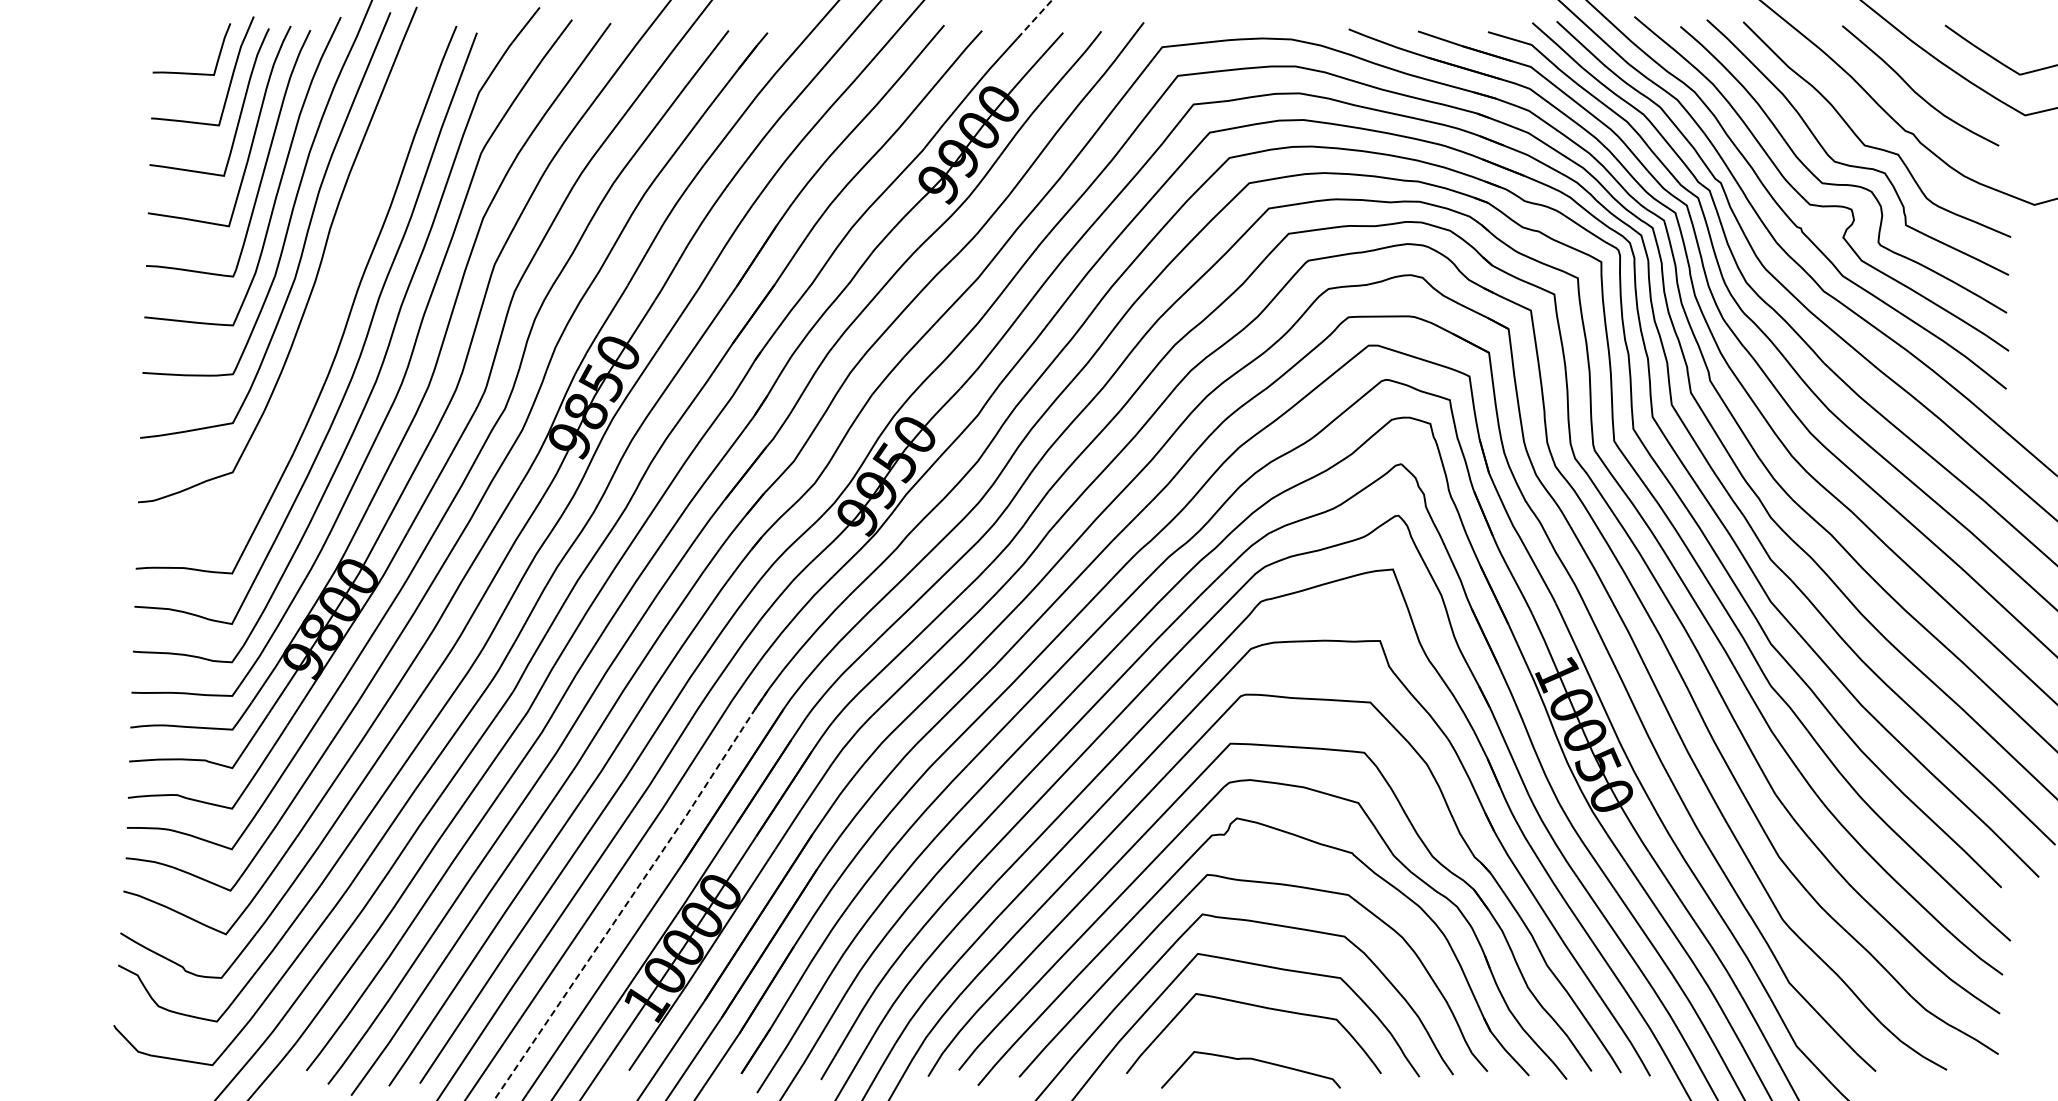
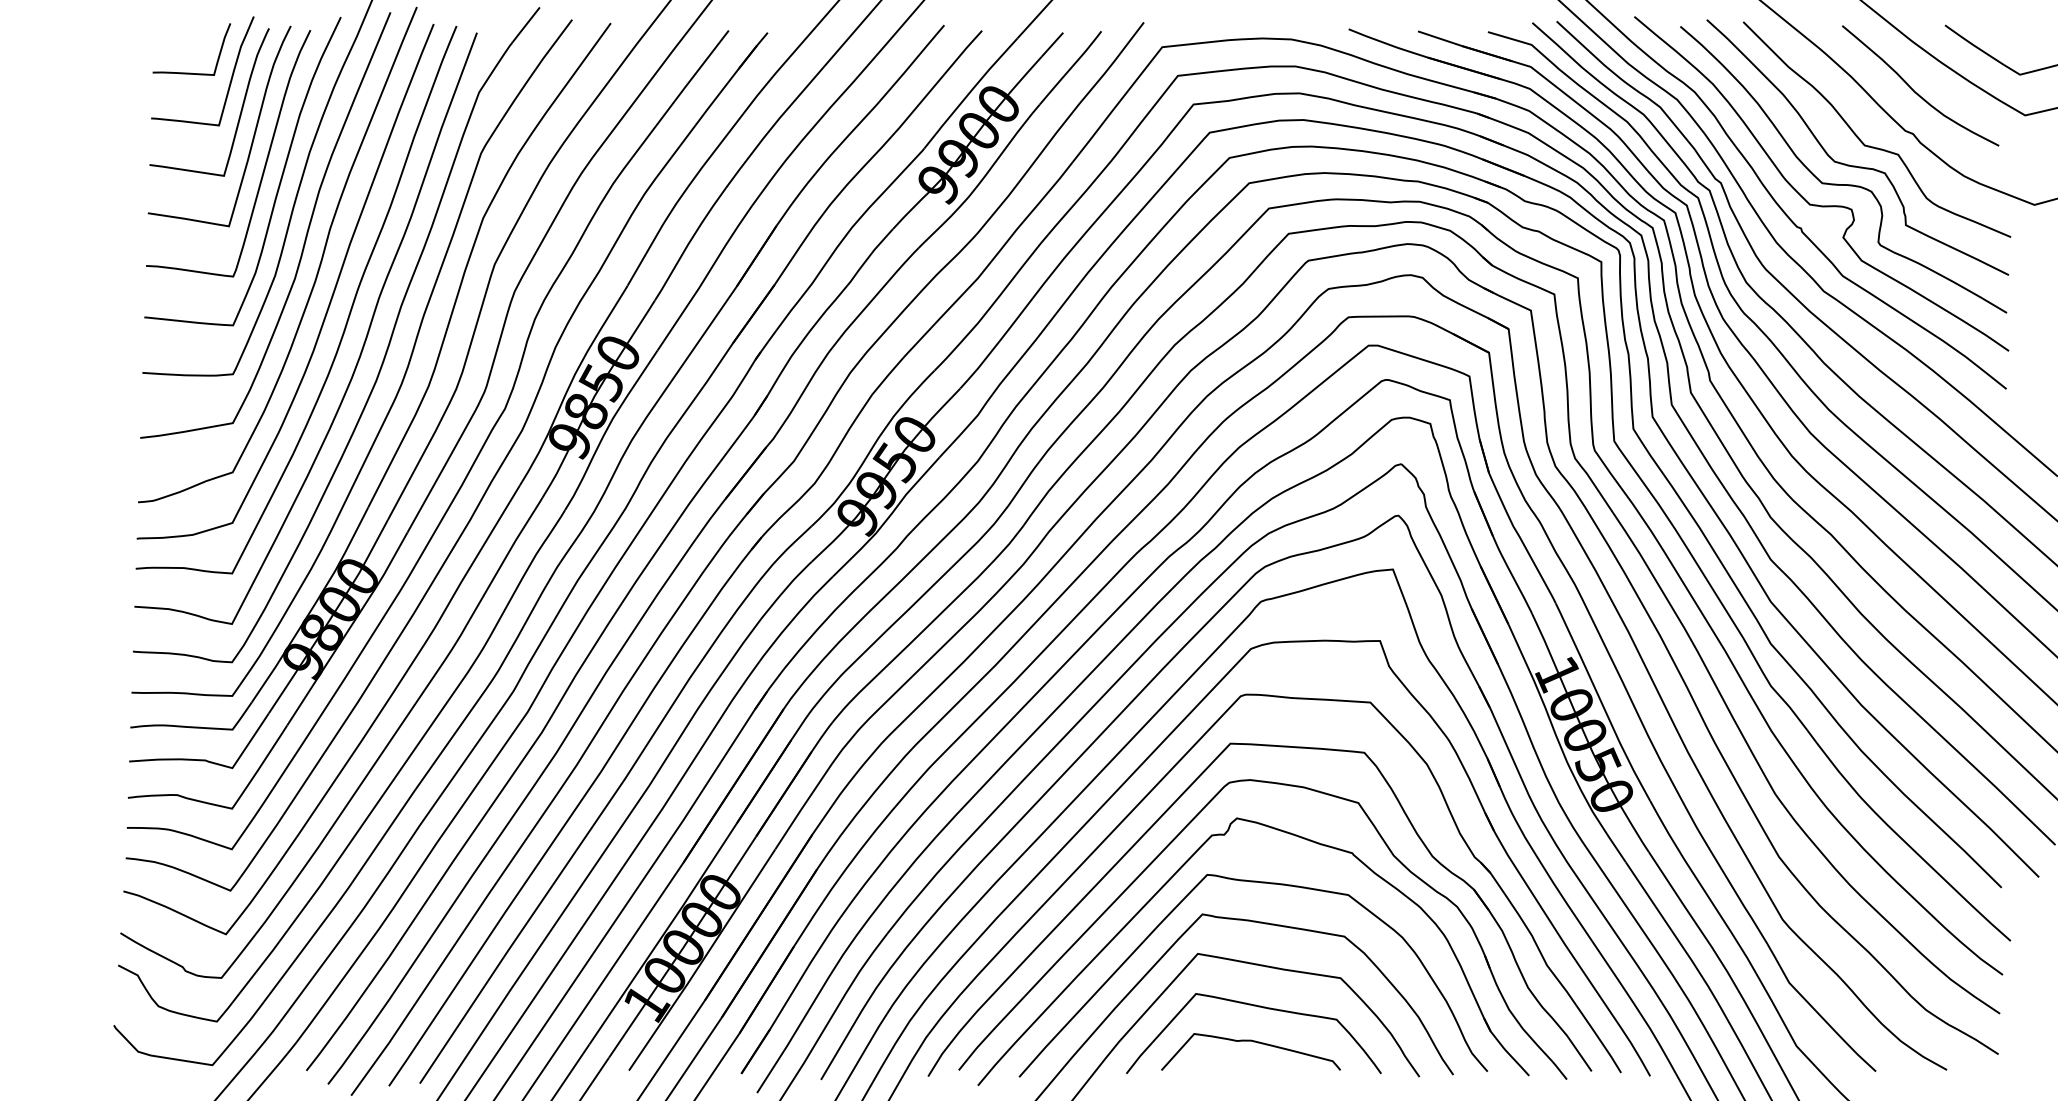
line at (1034, 19): dashed -> solid
curve at (331, 295): none -> present
line at (632, 895): dashed -> solid
curve at (1253, 1060) position: (1253, 1060) -> (1253, 1042)
